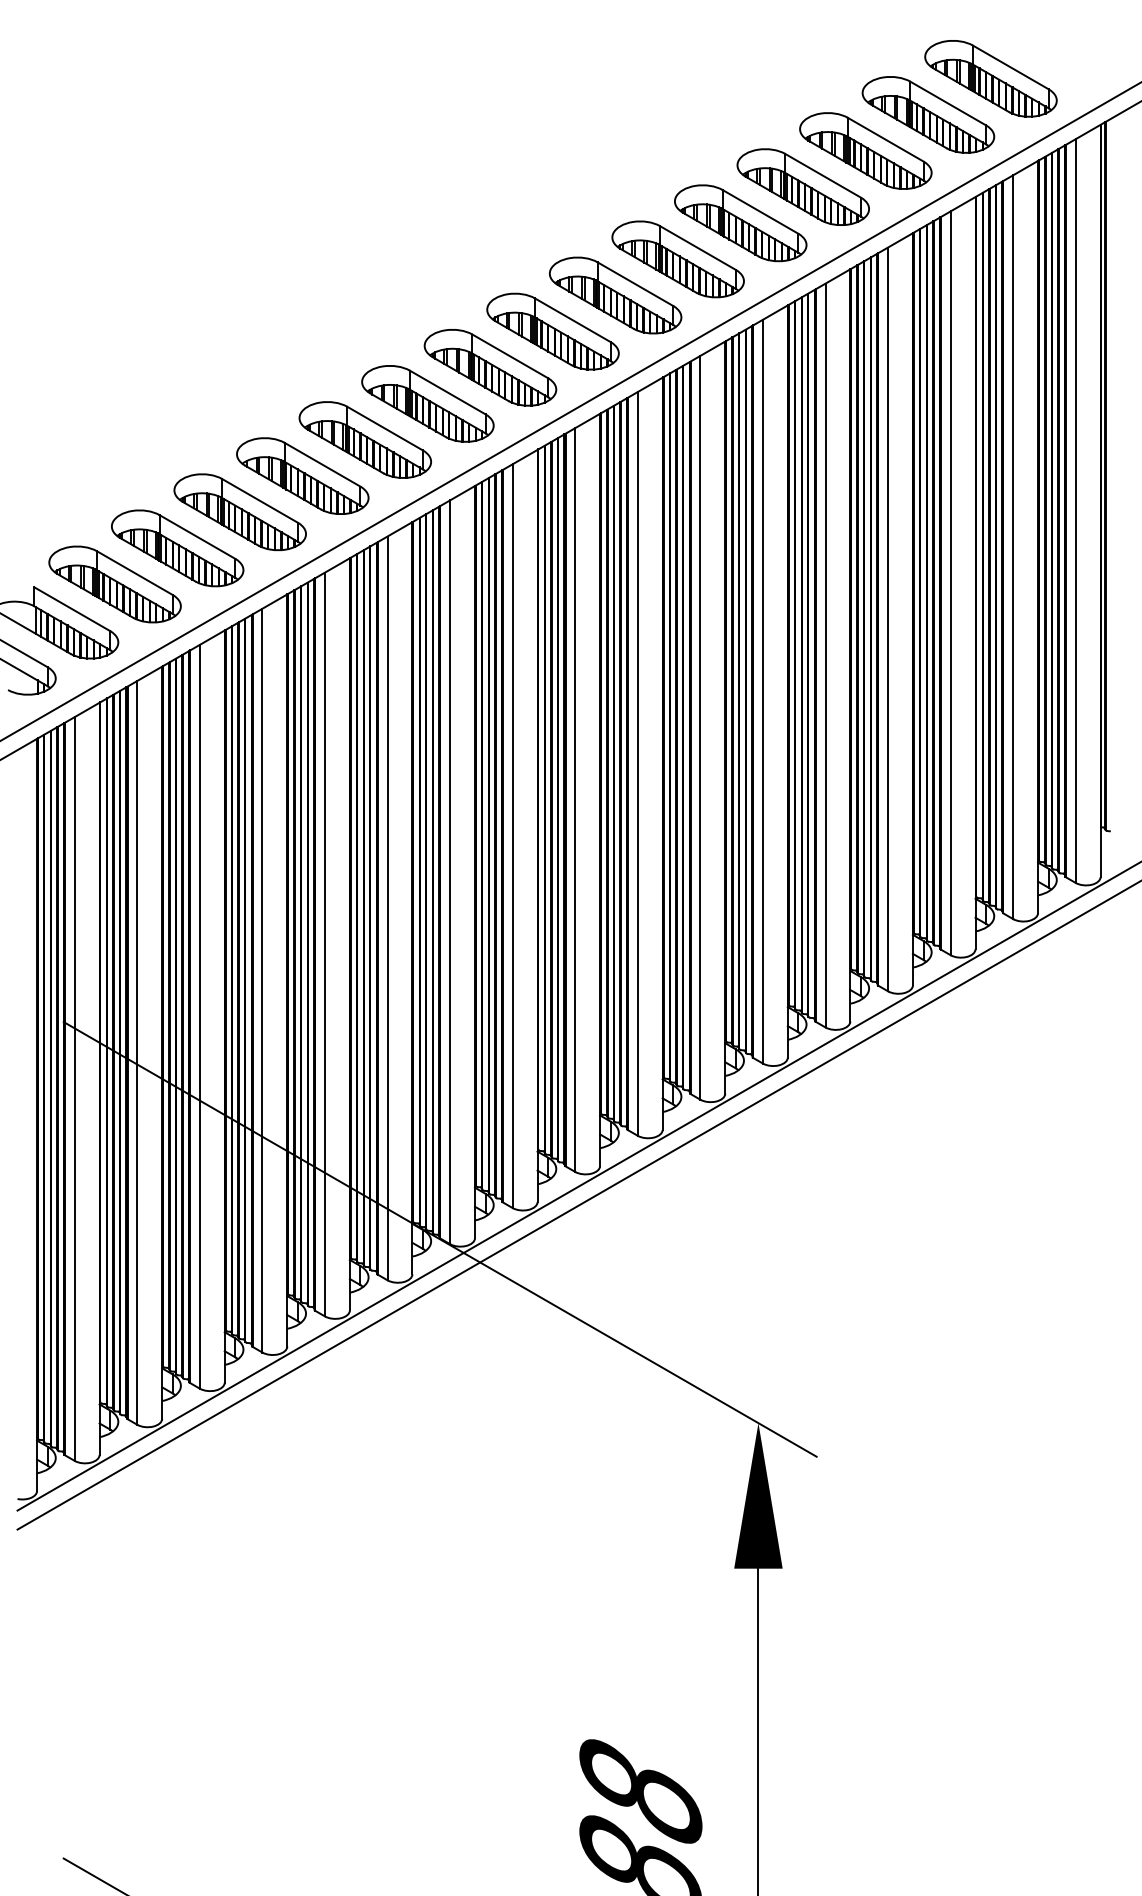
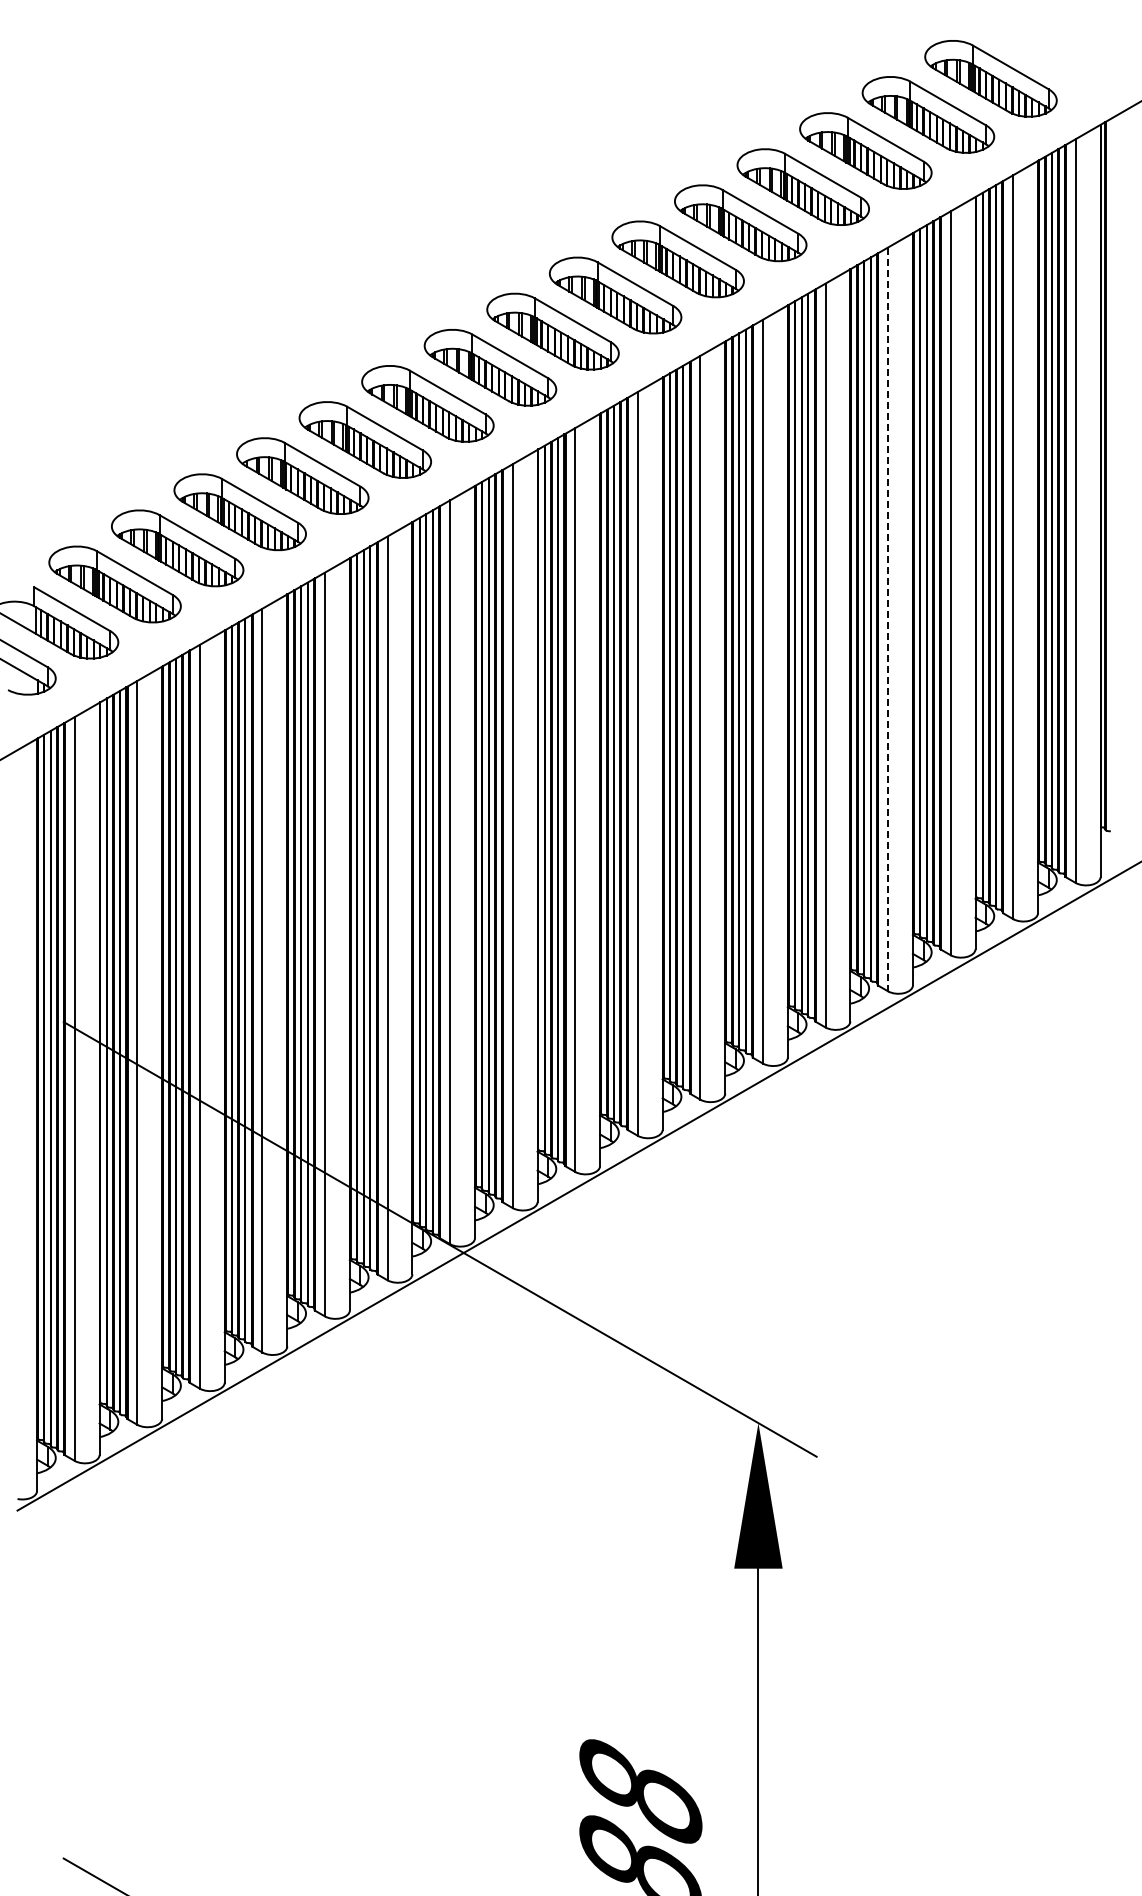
line at (570, 411): present -> none
line at (888, 619): solid -> dashed
line at (577, 1205): present -> none
